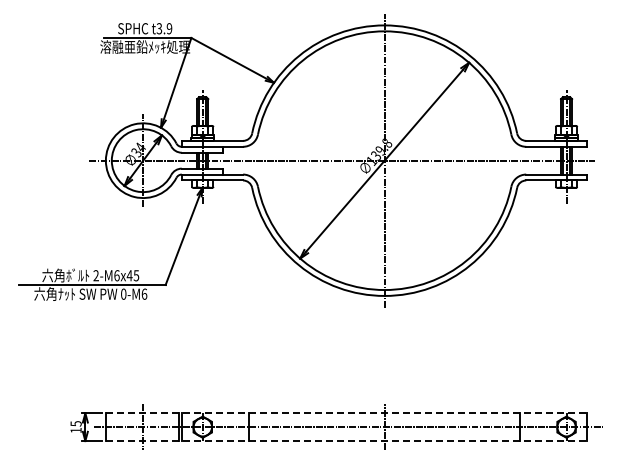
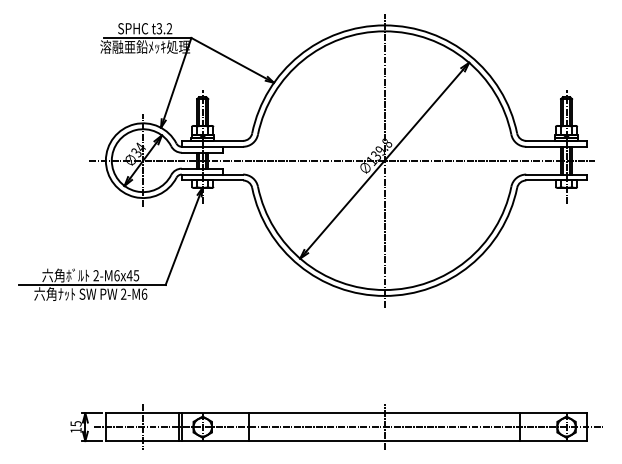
text at (169, 28): t3.9 -> t3.2
text at (123, 293): 0-M6 -> 2-M6
line at (346, 413): dashed -> solid
line at (346, 441): dashed -> solid
